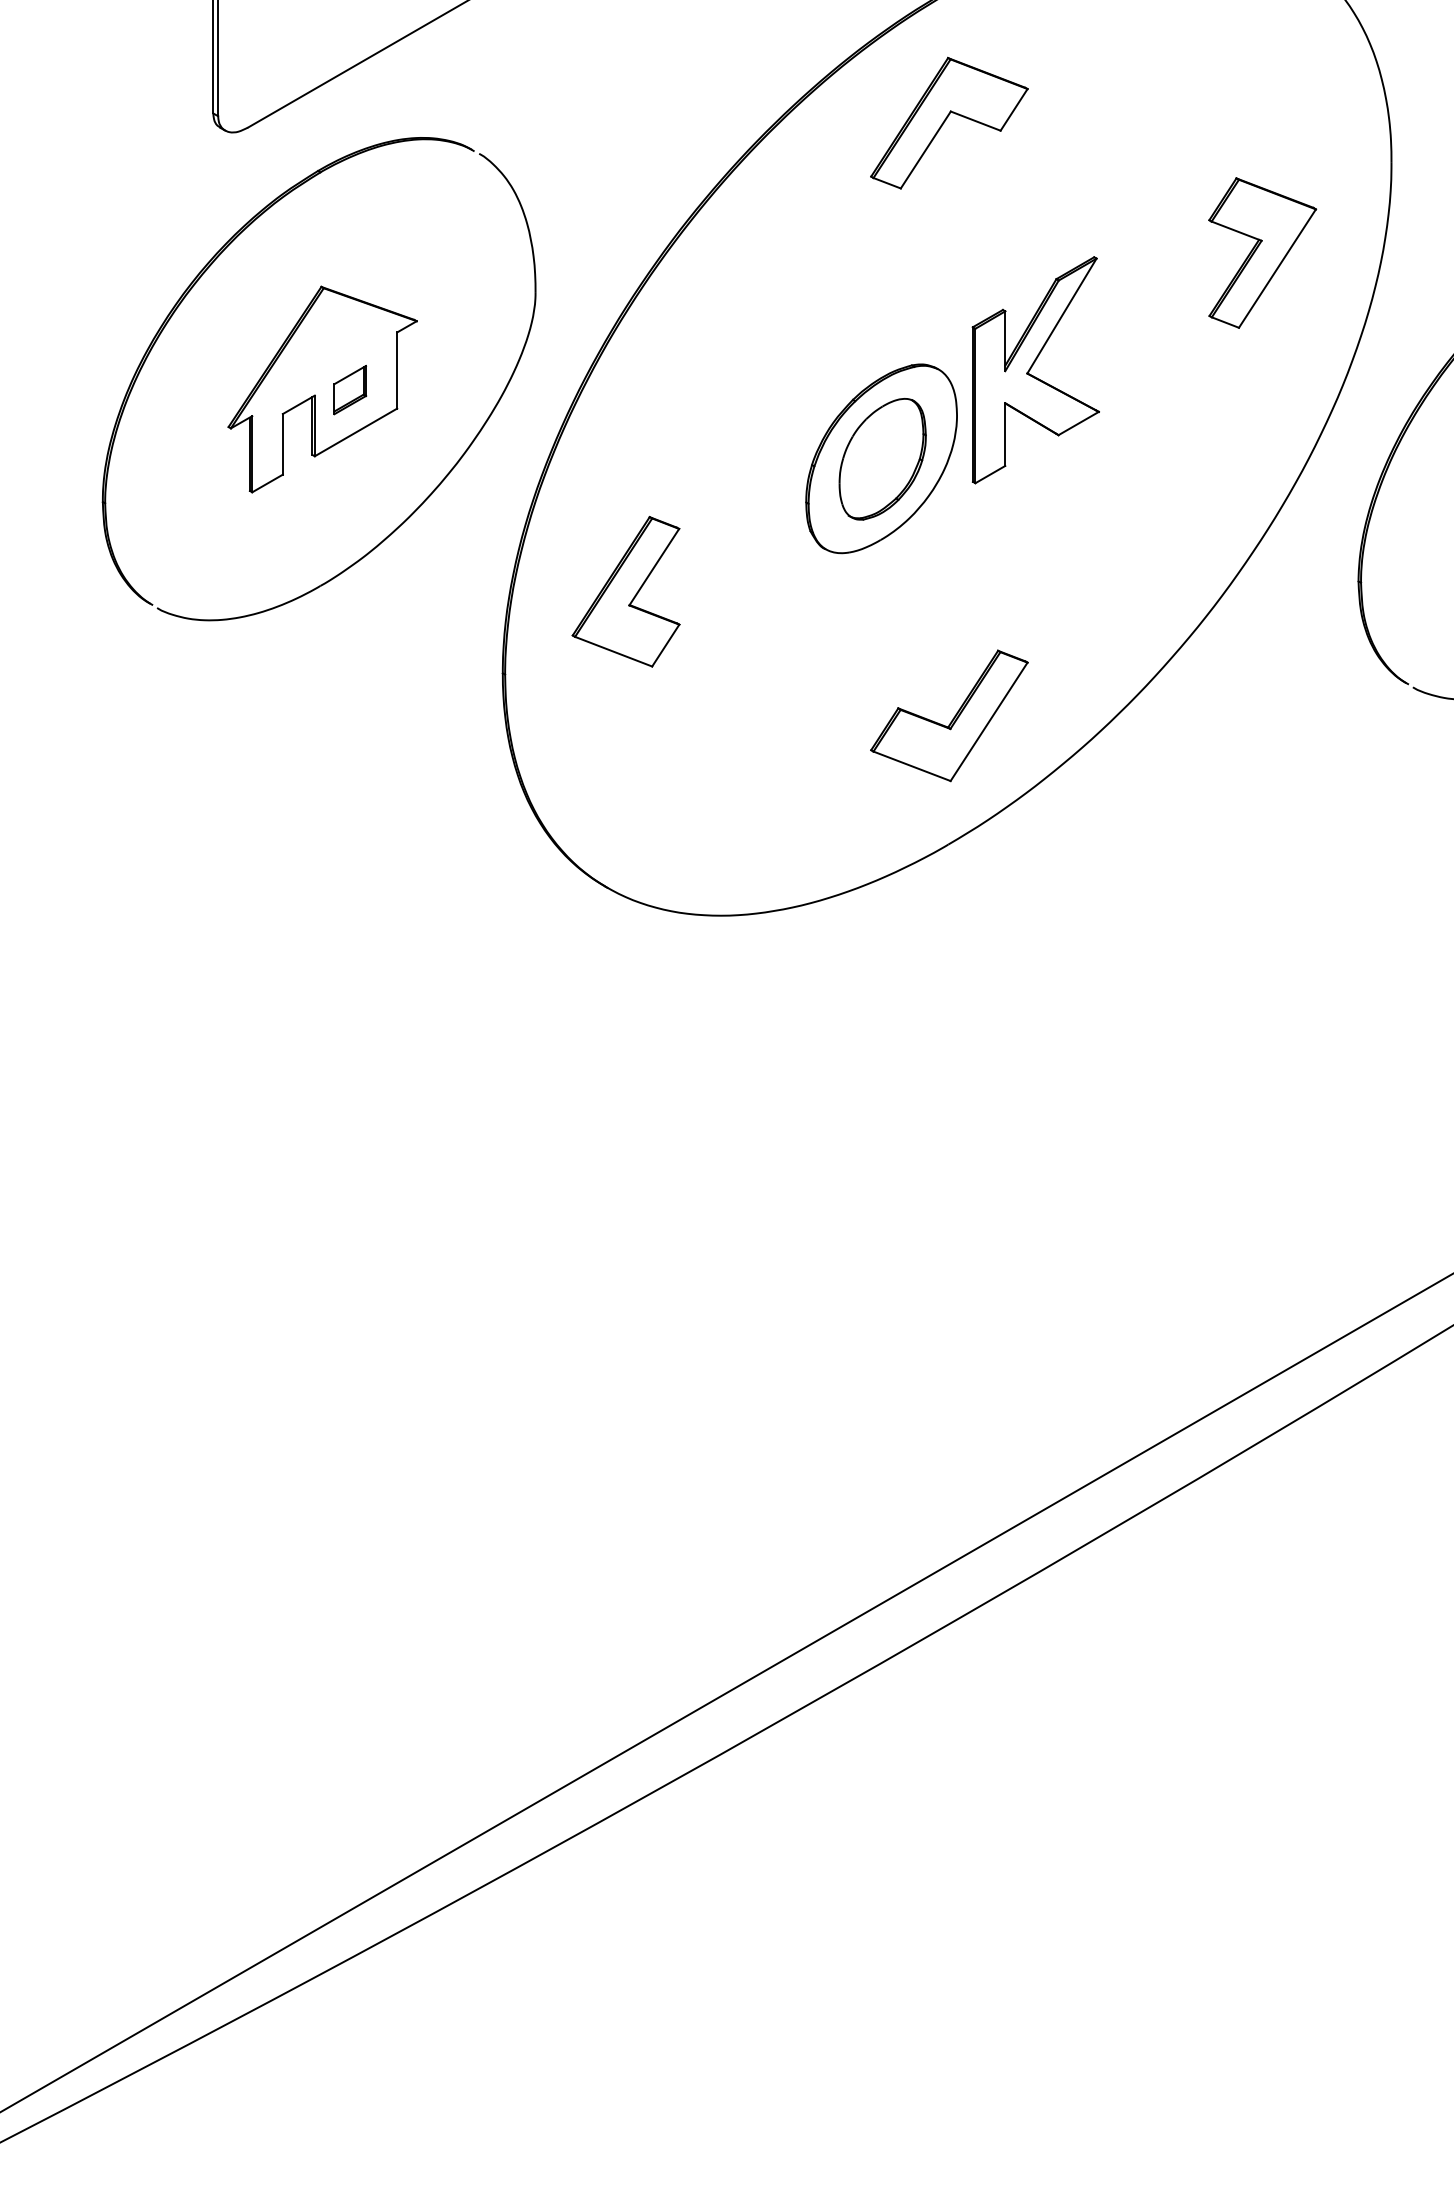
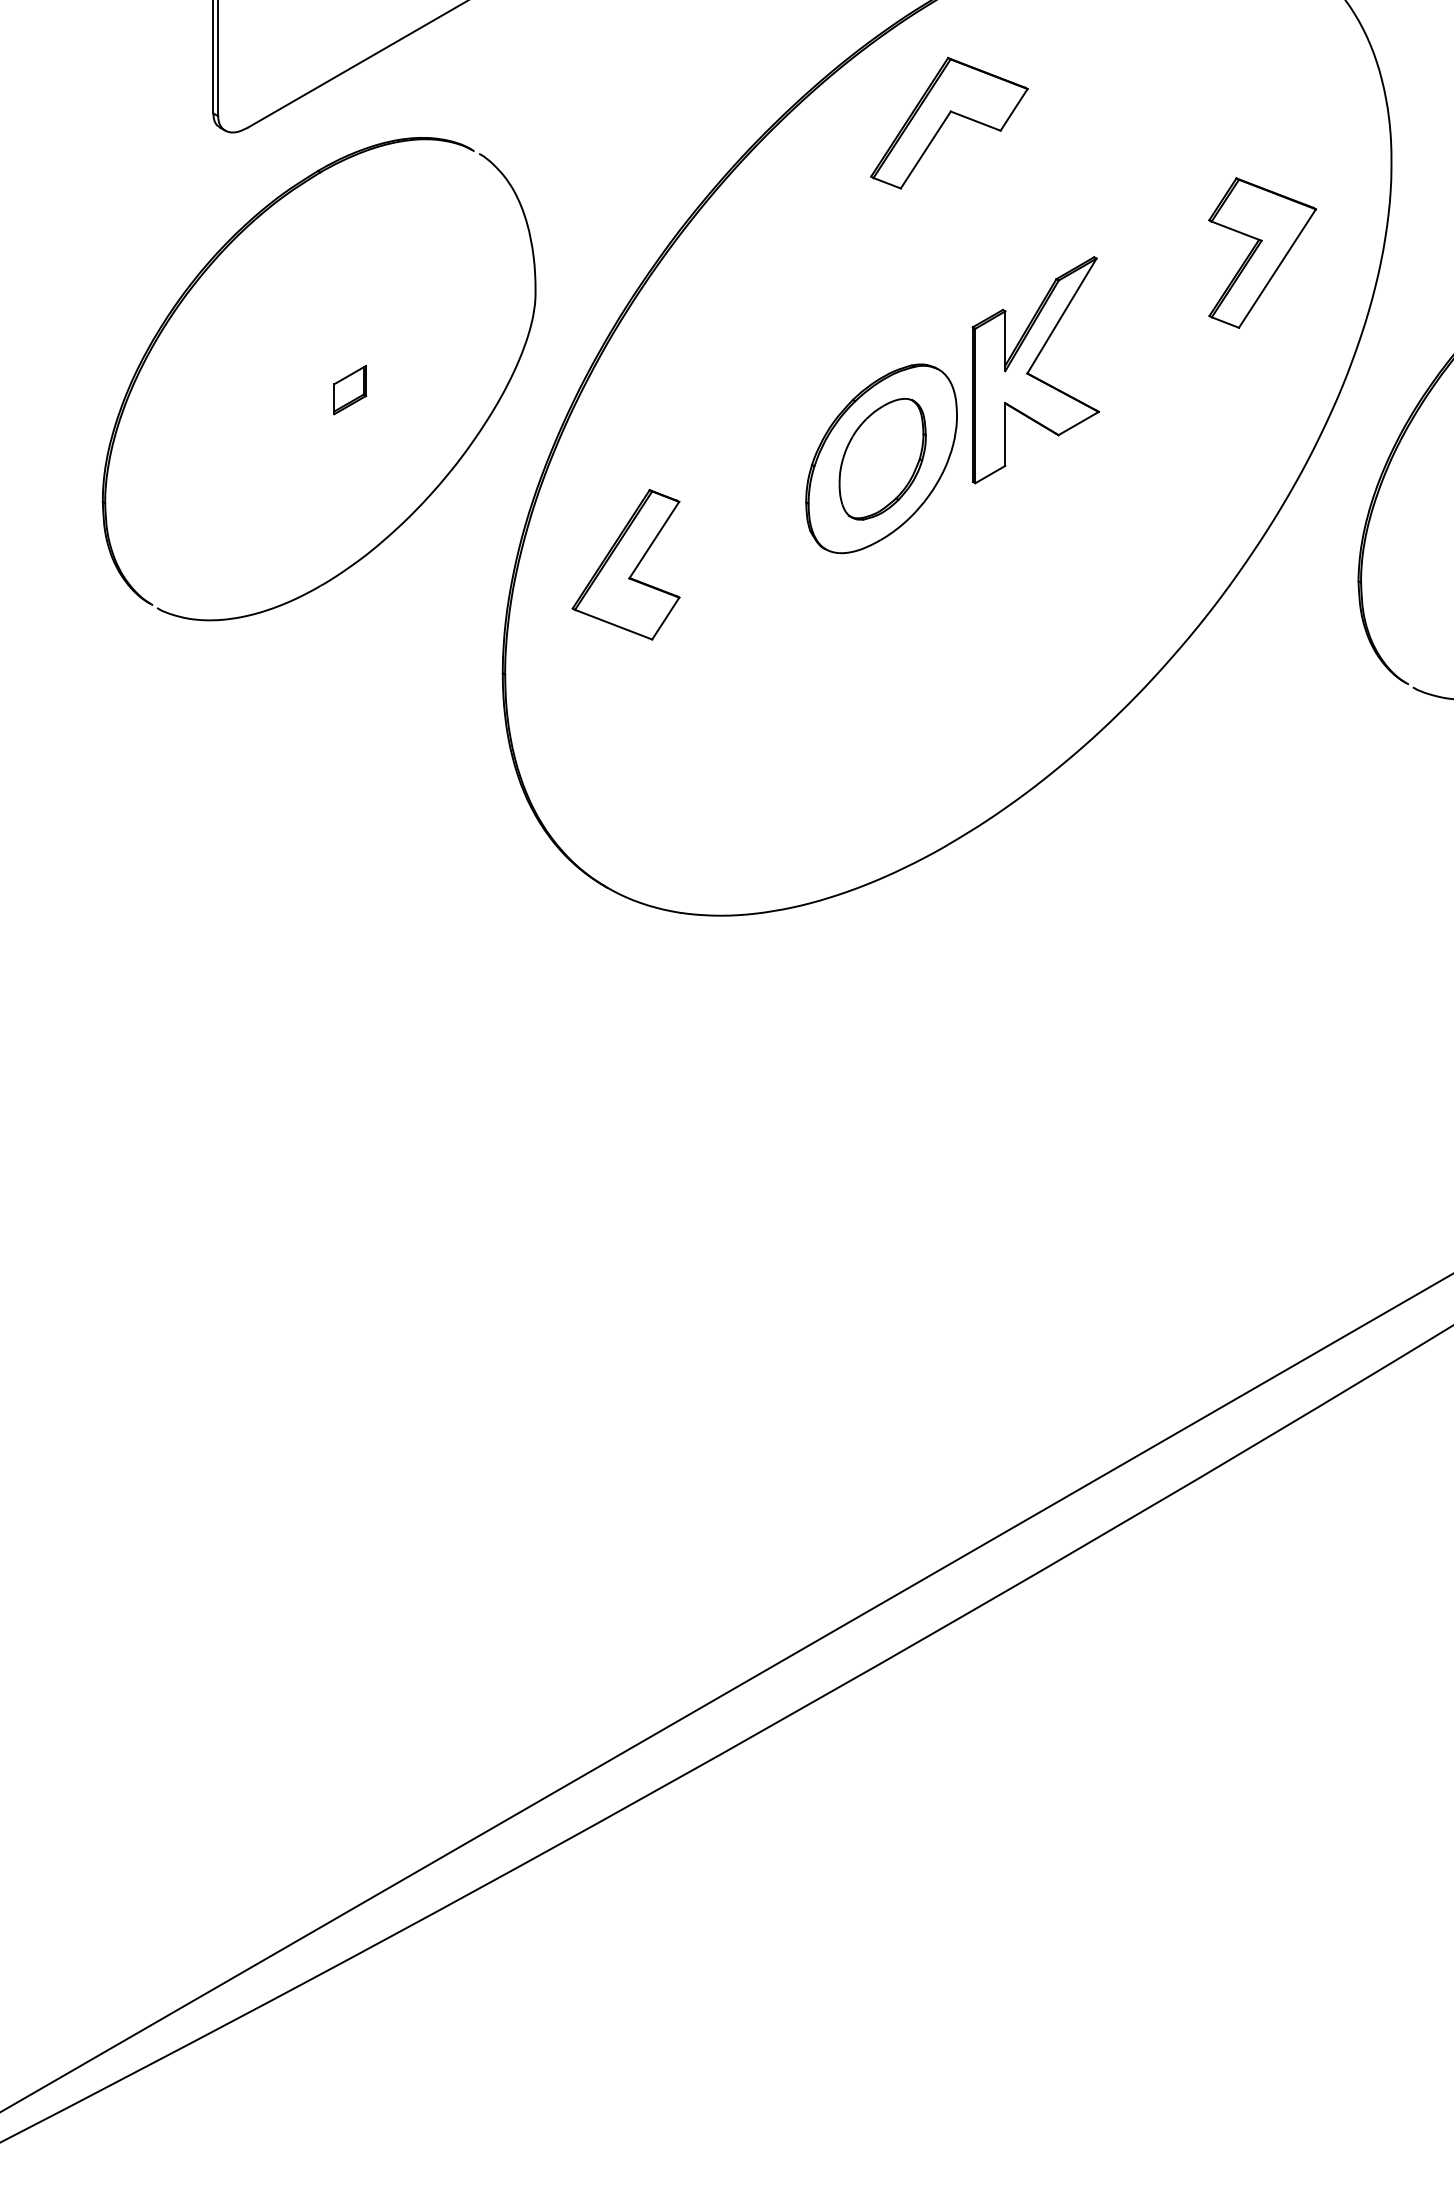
part at (322, 389): present -> none
part at (625, 591) position: (625, 591) -> (625, 564)
part at (949, 715): present -> none
